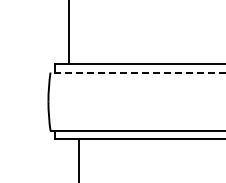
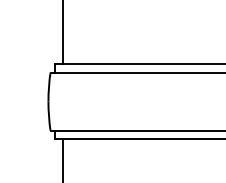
line at (68, 33) position: (68, 33) -> (62, 33)
line at (138, 72): dashed -> solid
line at (78, 159) position: (78, 159) -> (62, 159)
